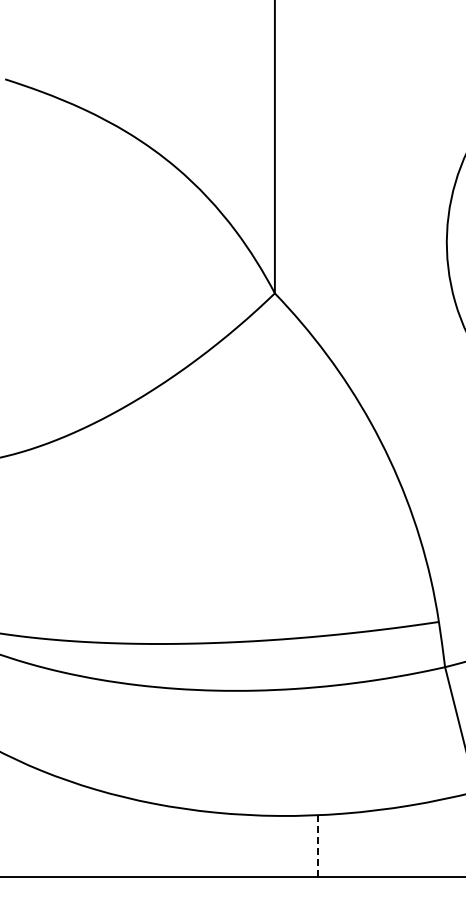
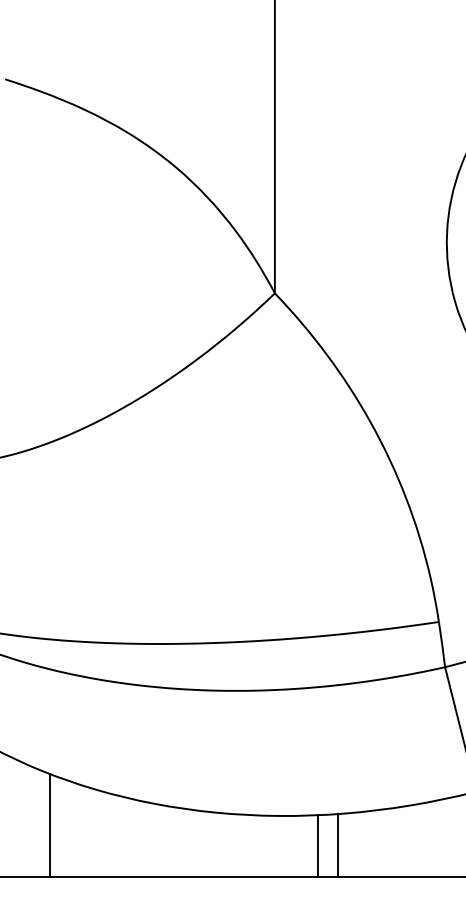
line at (50, 825): none -> present
line at (337, 845): none -> present
line at (317, 846): dashed -> solid
